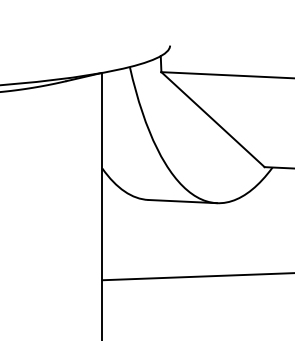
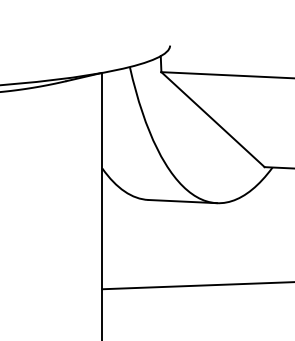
line at (196, 276) position: (196, 276) -> (196, 285)
